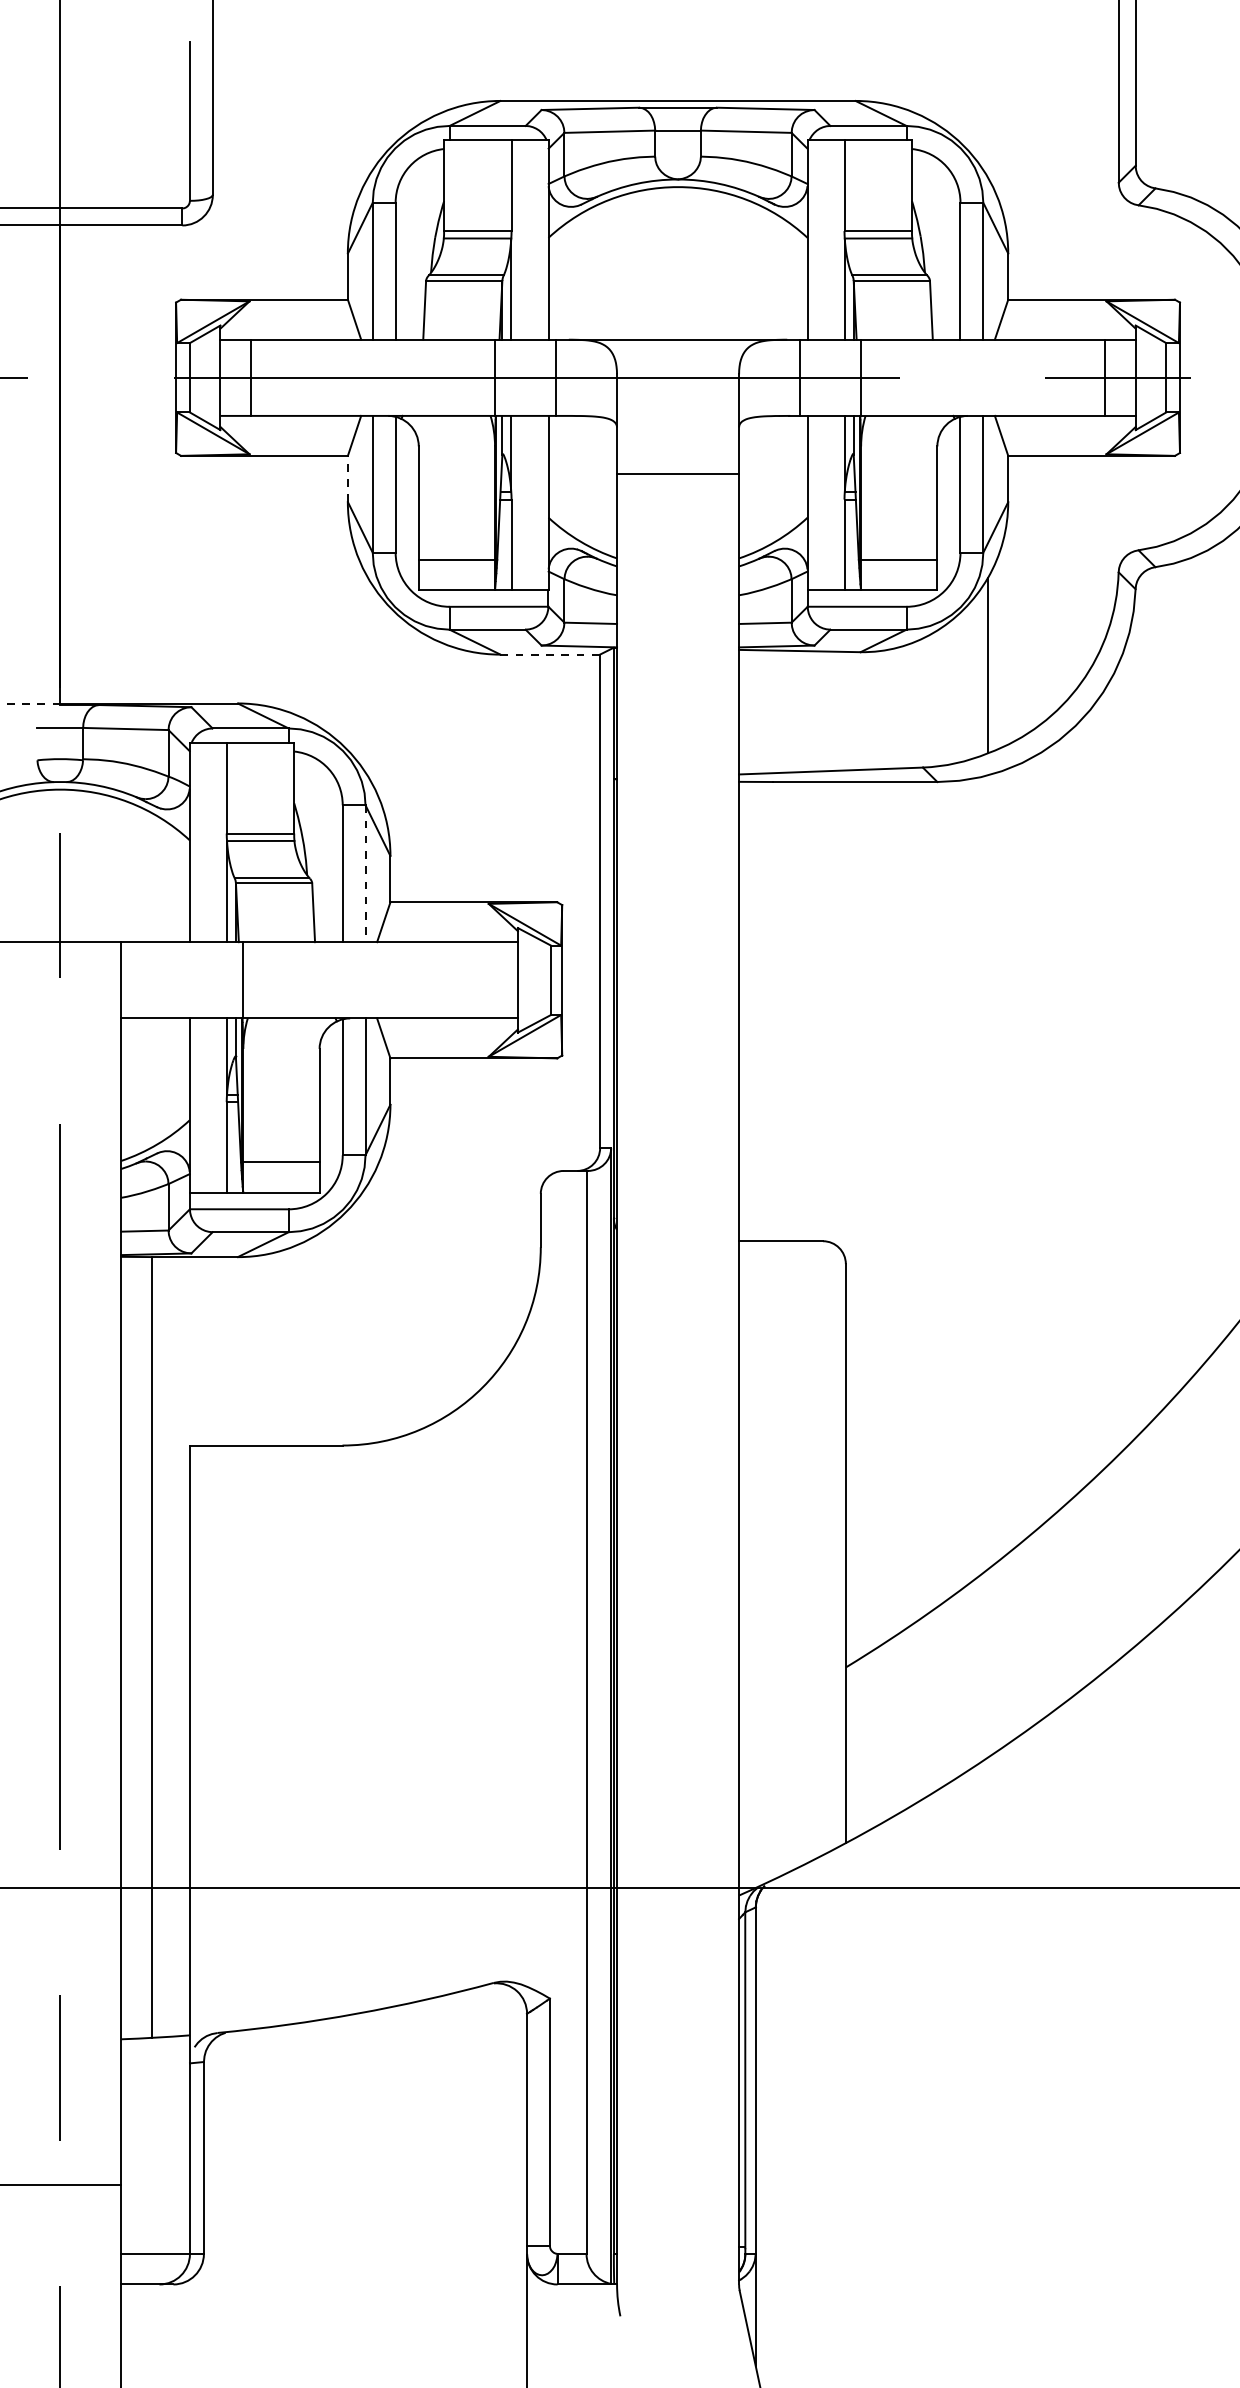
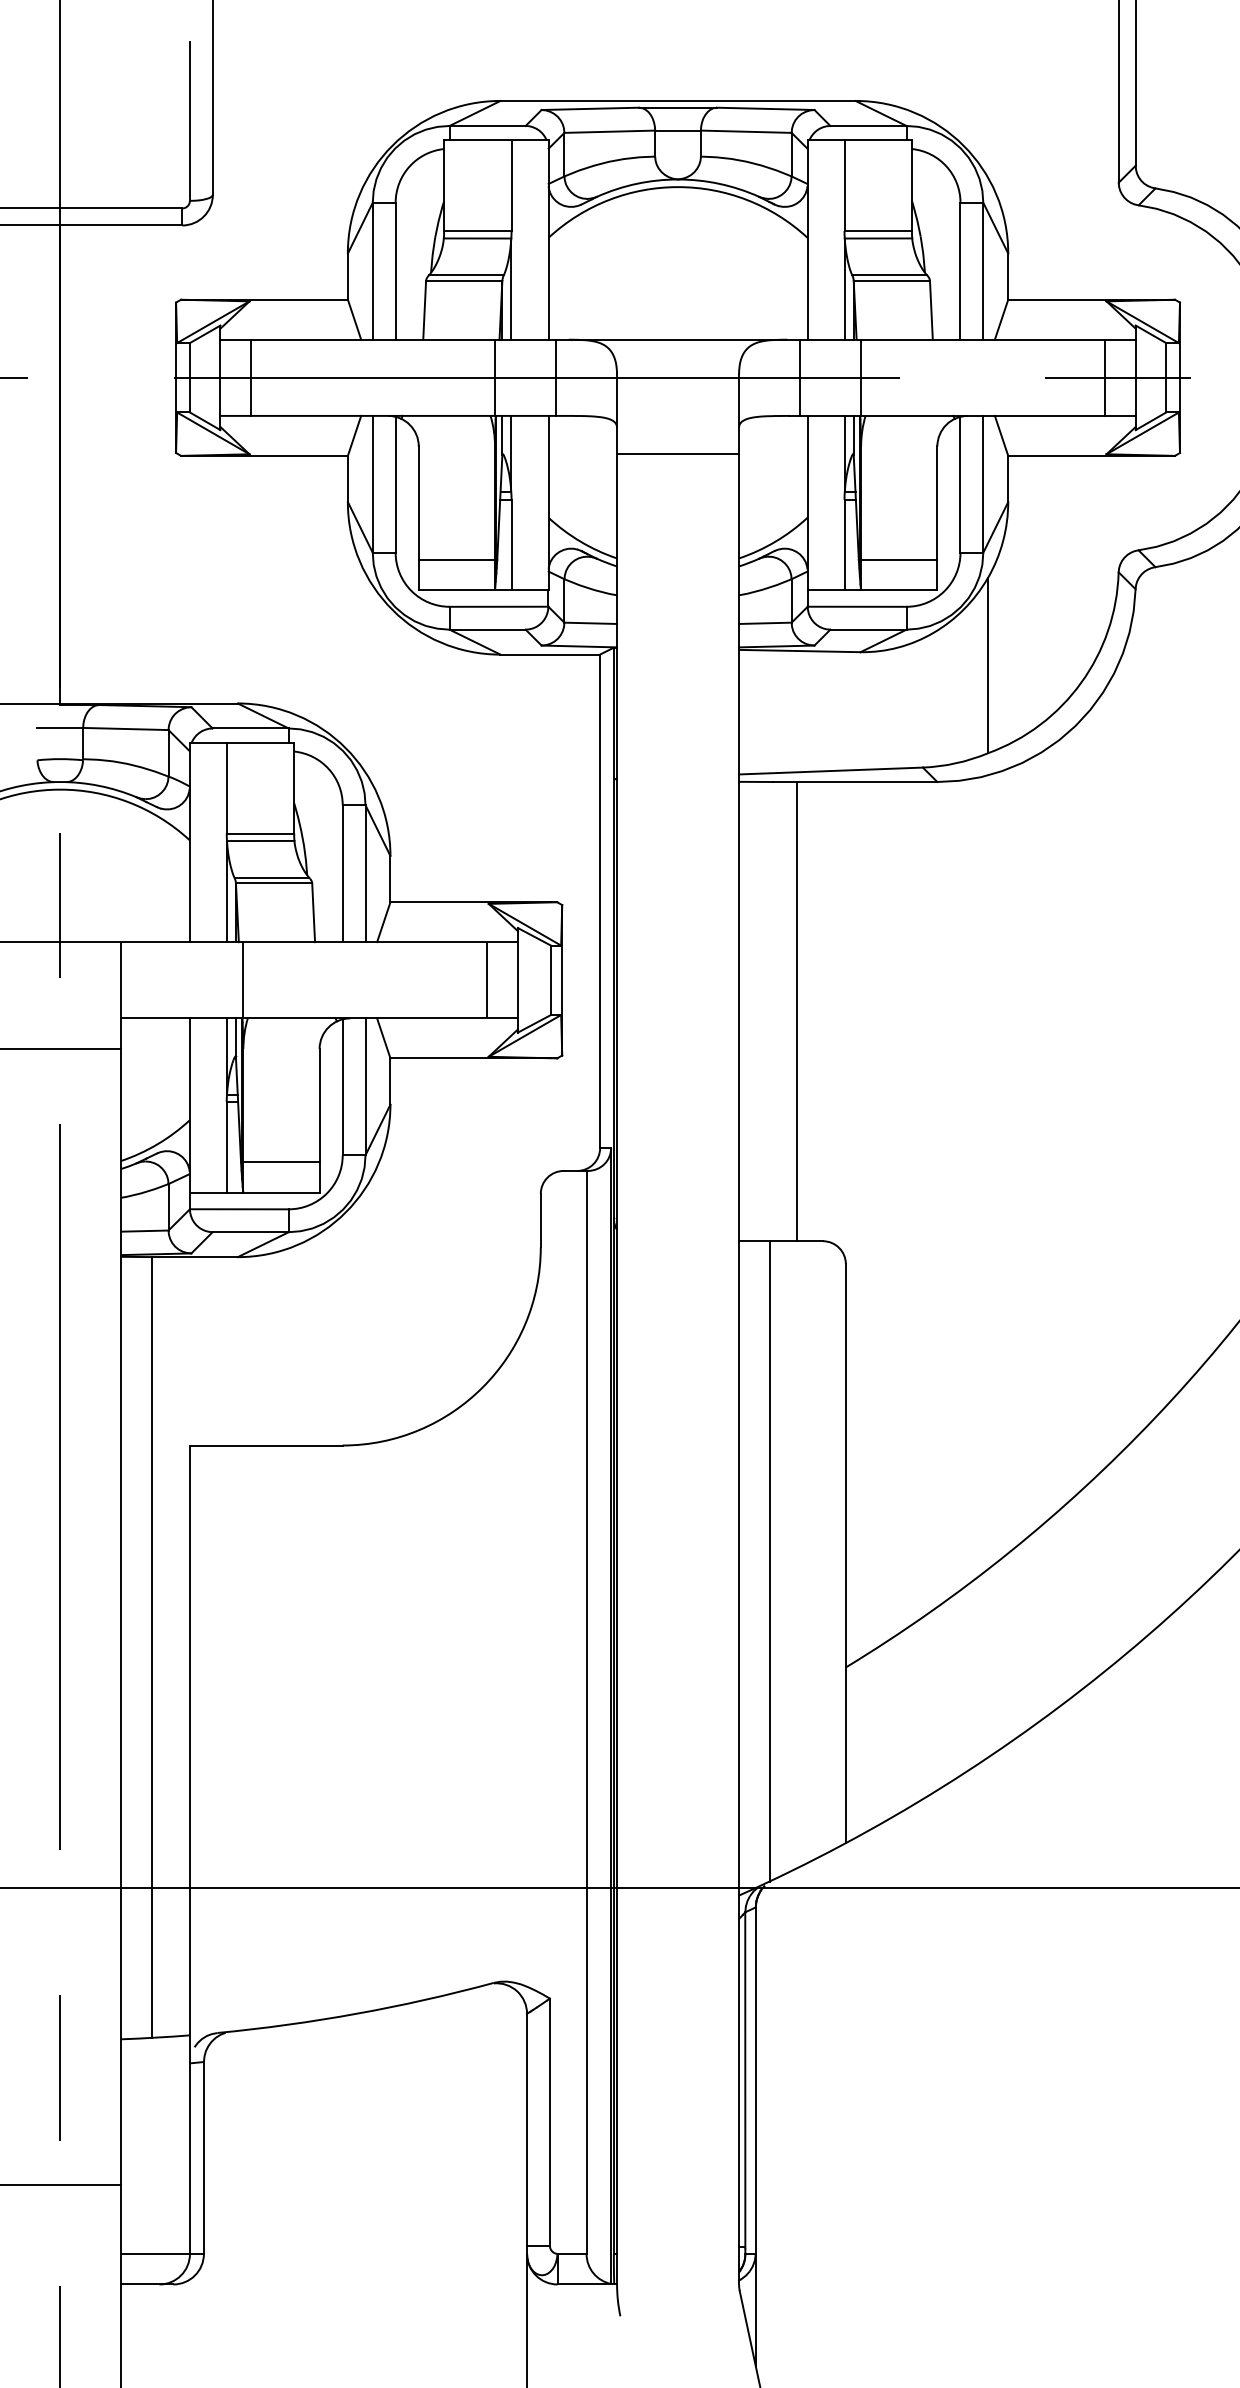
line at (678, 474) position: (678, 474) -> (678, 454)
line at (347, 478): dashed -> solid
line at (550, 654): dashed -> solid
line at (30, 704): dashed -> solid
line at (365, 874): dashed -> solid
line at (487, 980): none -> present
line at (796, 1011): none -> present
line at (61, 1048): none -> present
line at (769, 1561): none -> present
